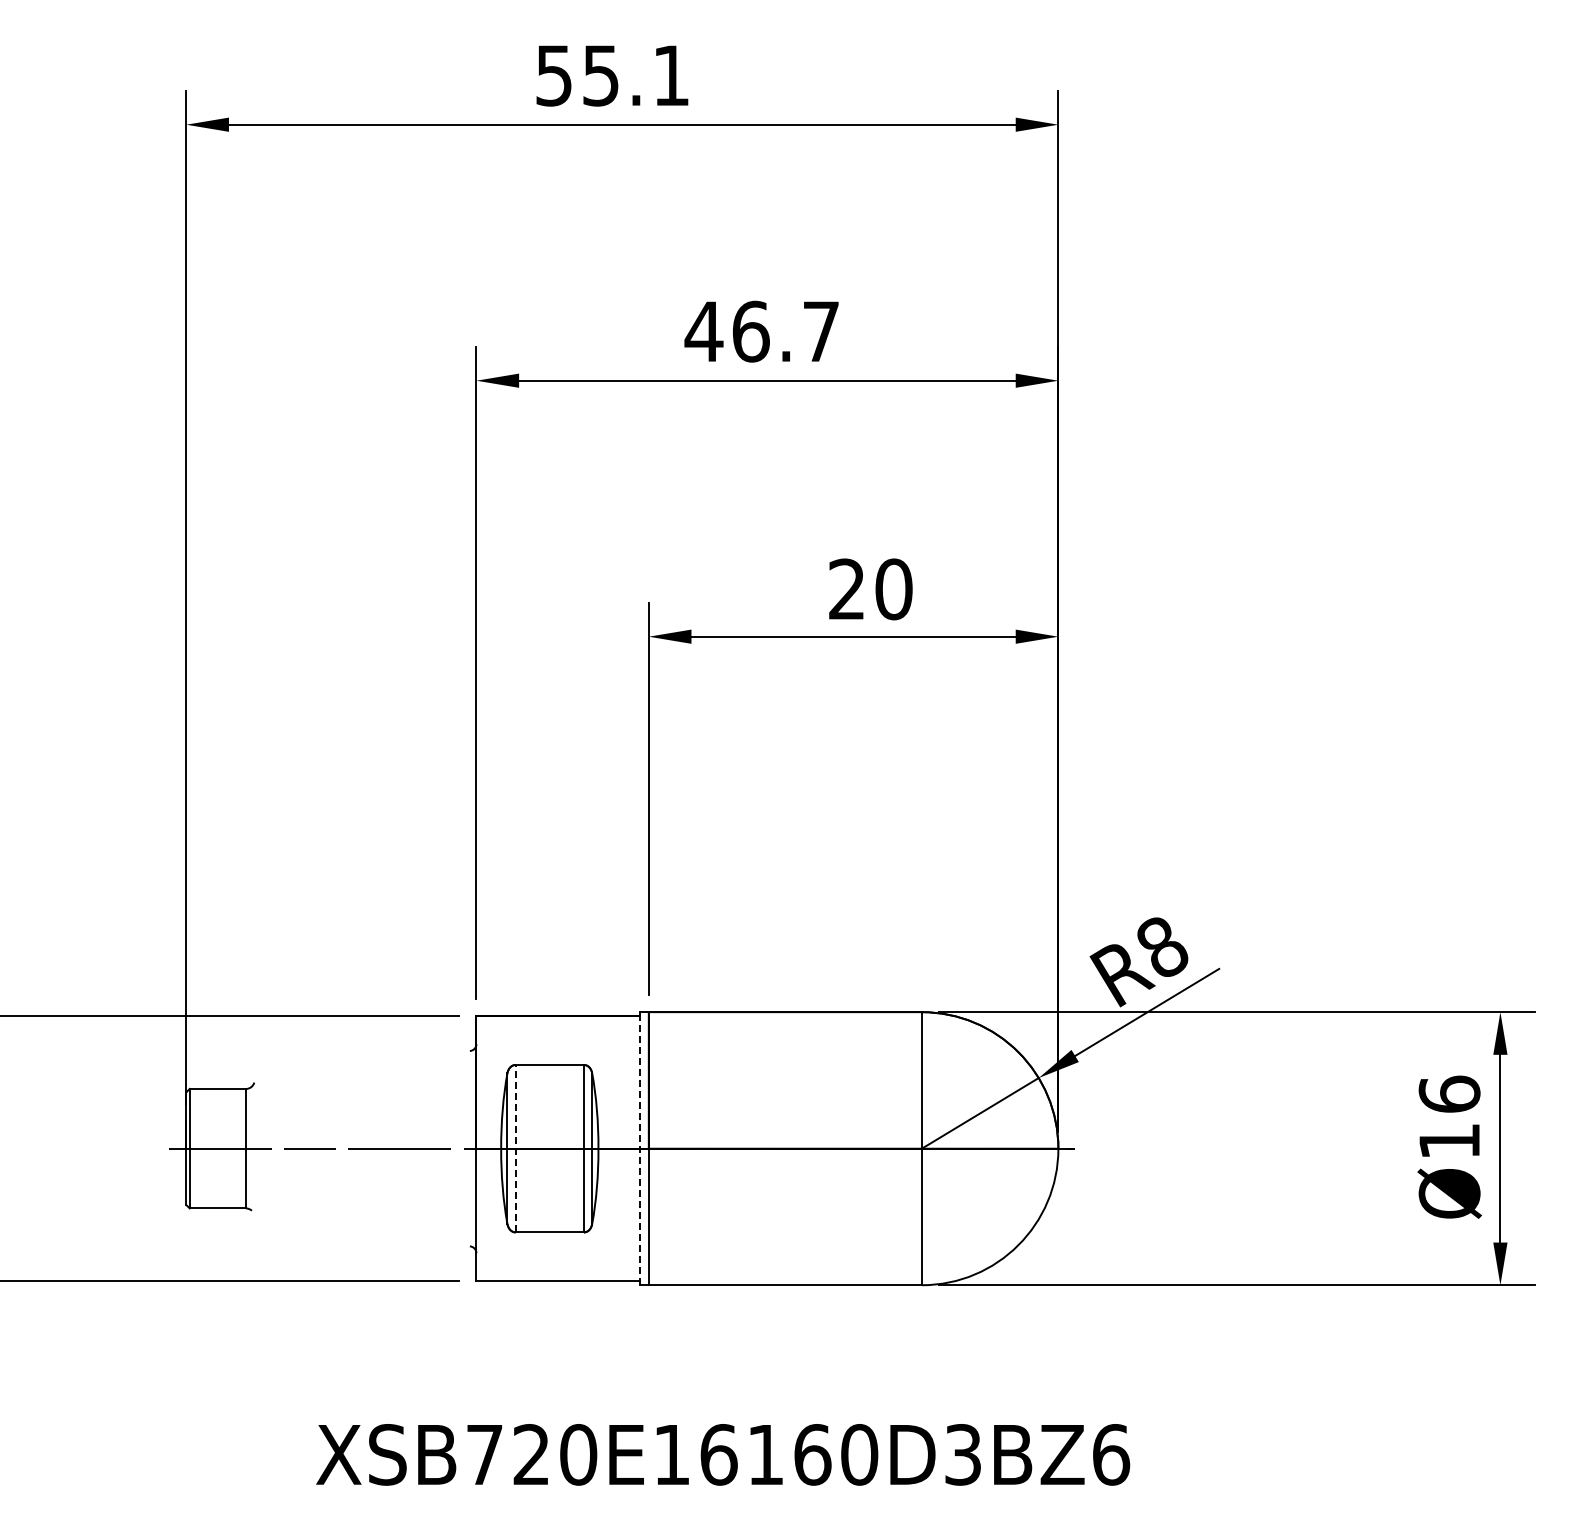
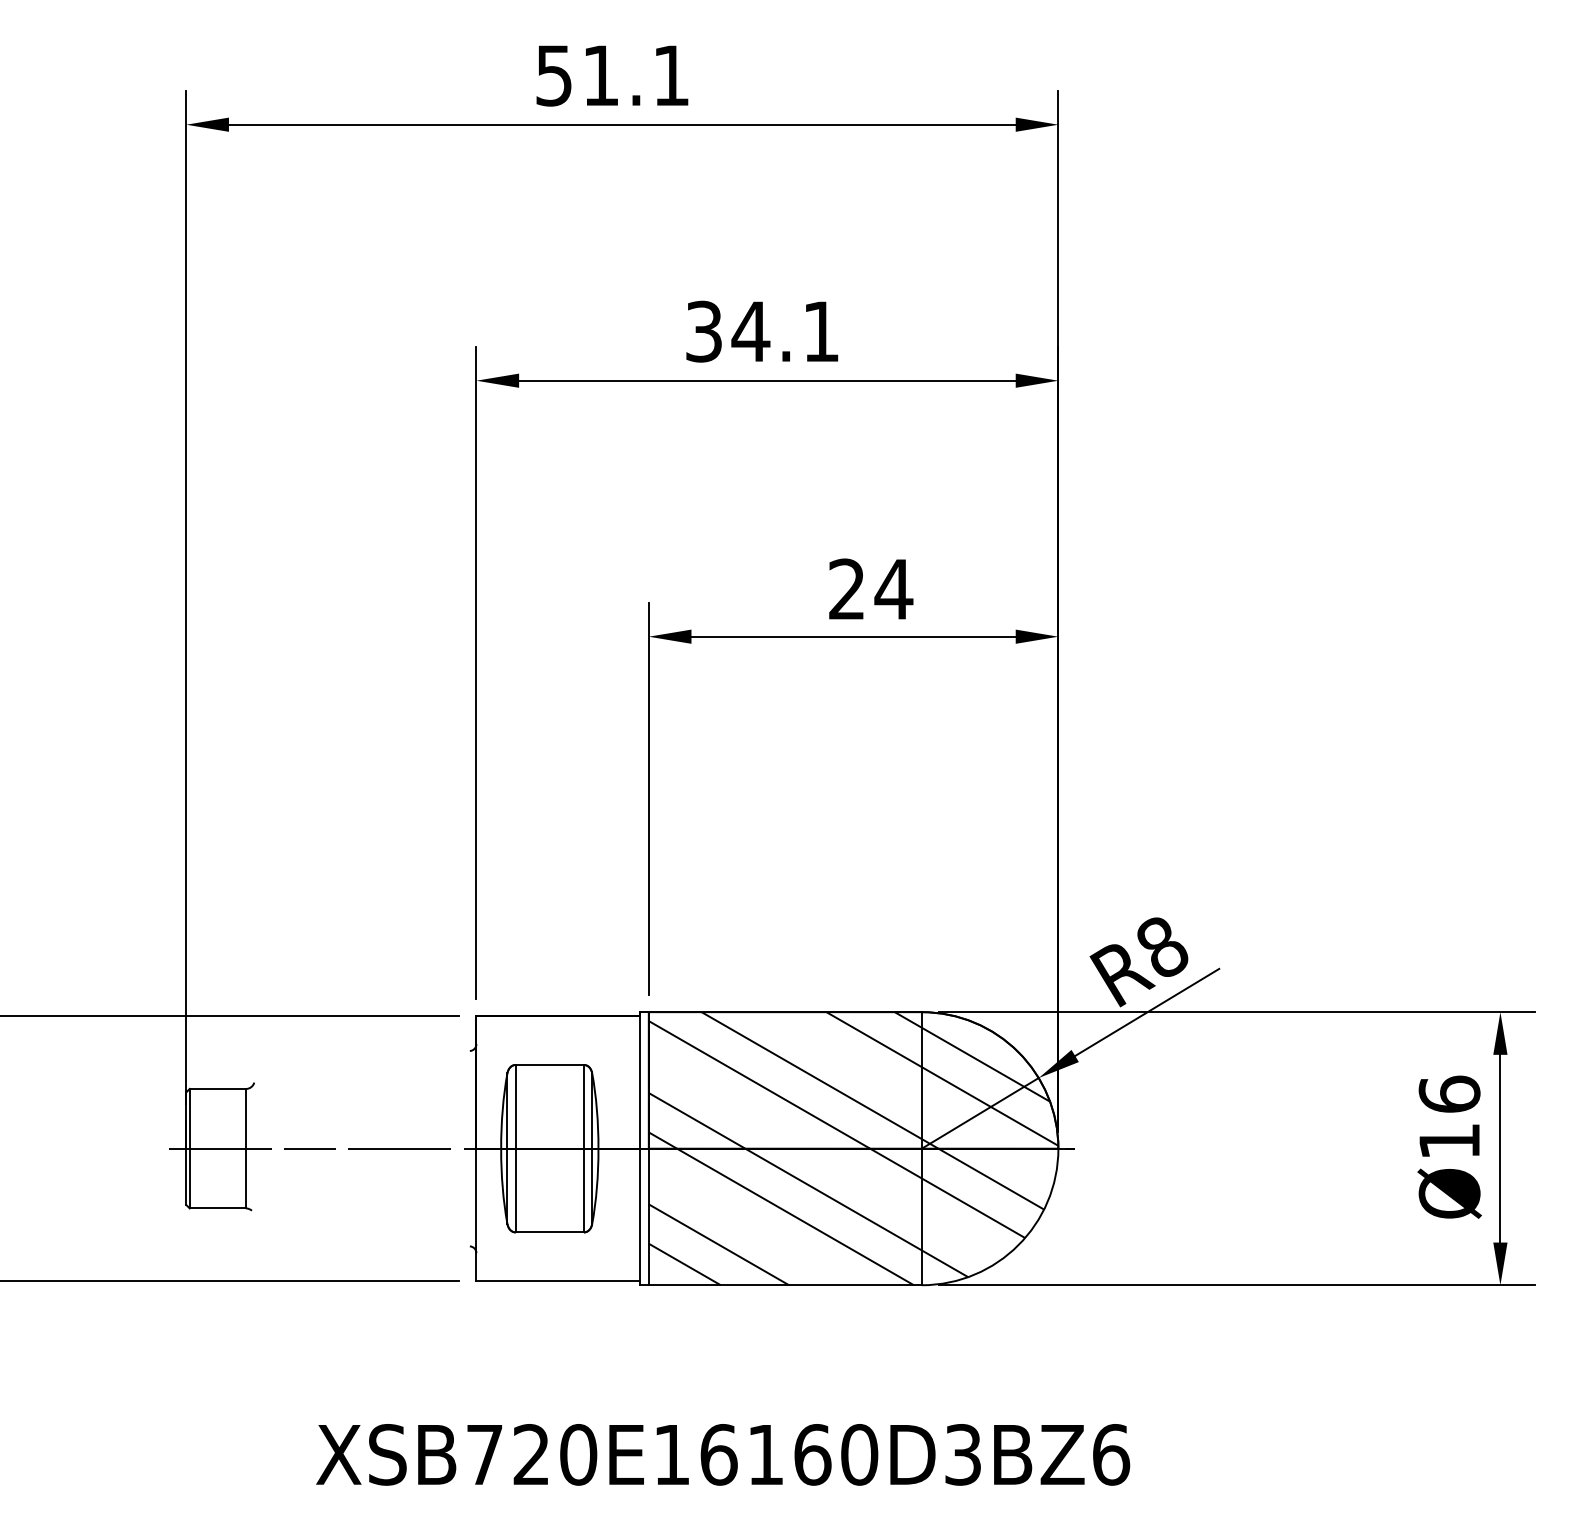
text at (600, 75): 55.1 -> 51.1
text at (761, 331): 46.7 -> 34.1
text at (893, 589): 20 -> 24
line at (515, 1148): dashed -> solid
line at (640, 1148): dashed -> solid
hatch at (853, 1148): none -> present
